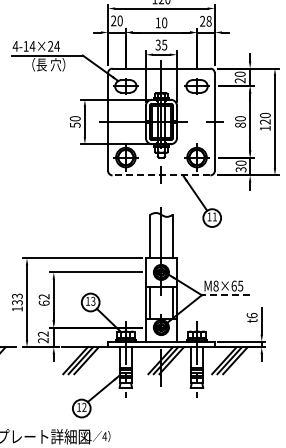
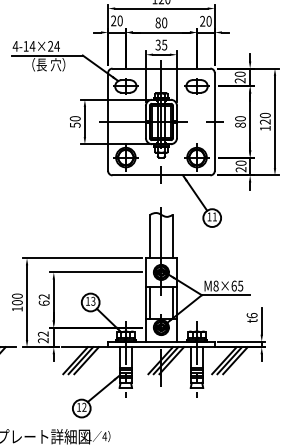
text at (208, 21): 28 -> 20
text at (157, 22): 10 -> 80
text at (241, 169): 30 -> 20
line at (161, 175): dashed -> solid
line at (225, 295): dashed -> solid
text at (17, 299): 133 -> 100
